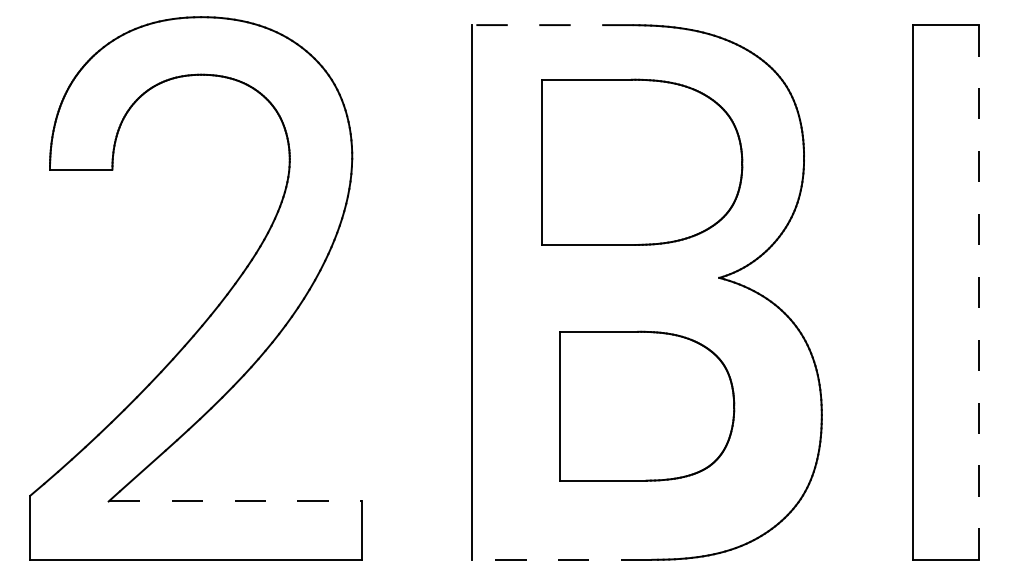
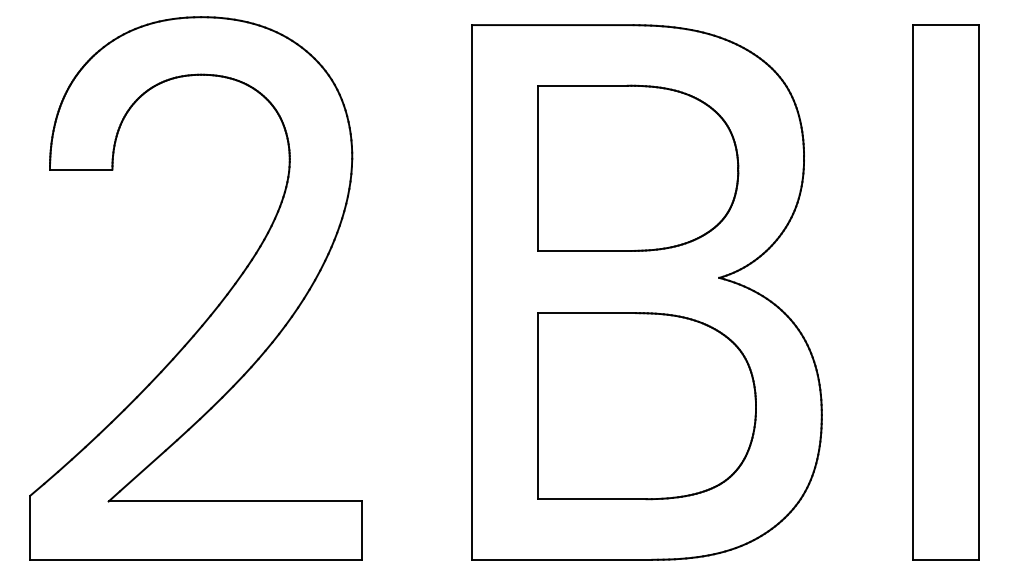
line at (552, 25): dashed -> solid
part at (642, 161) position: (642, 161) -> (638, 167)
line at (978, 292): dashed -> solid
part at (647, 405) size: 177x152 px -> 220x189 px
line at (235, 501): dashed -> solid
line at (561, 559): dashed -> solid
